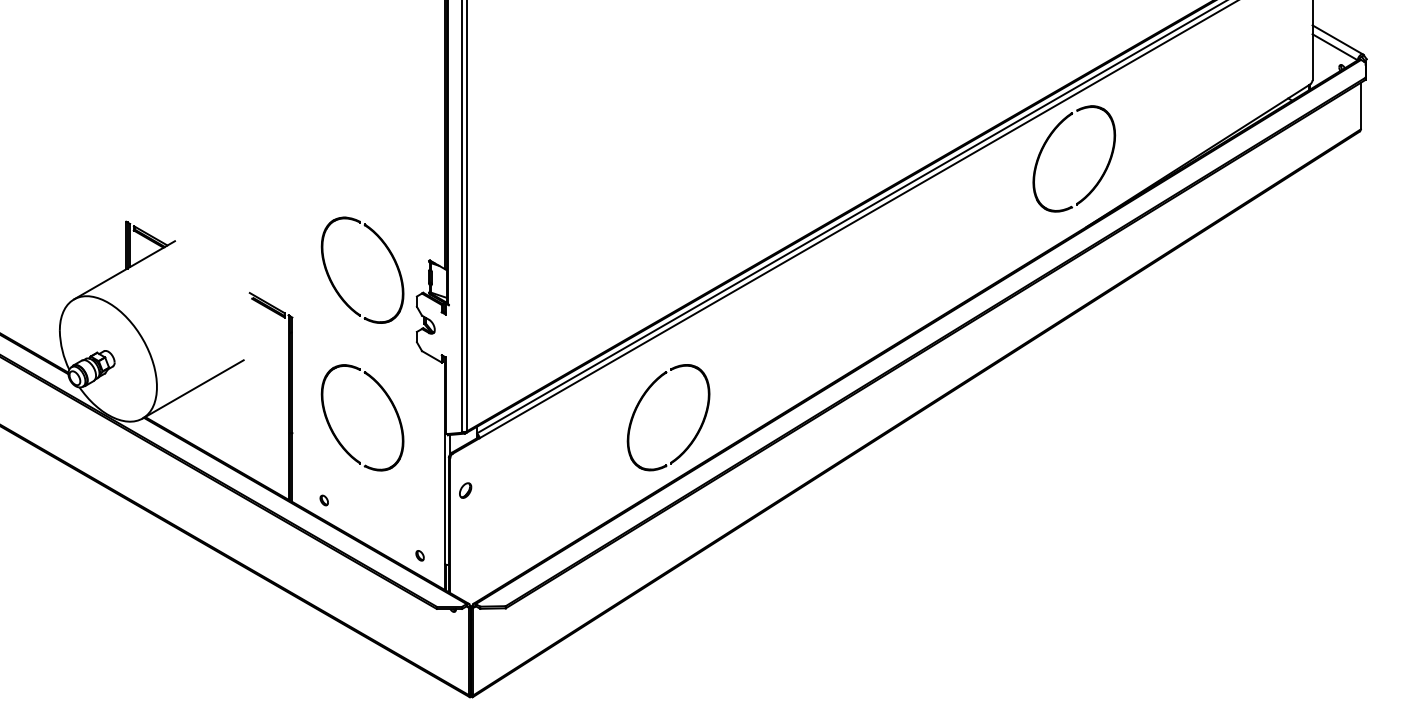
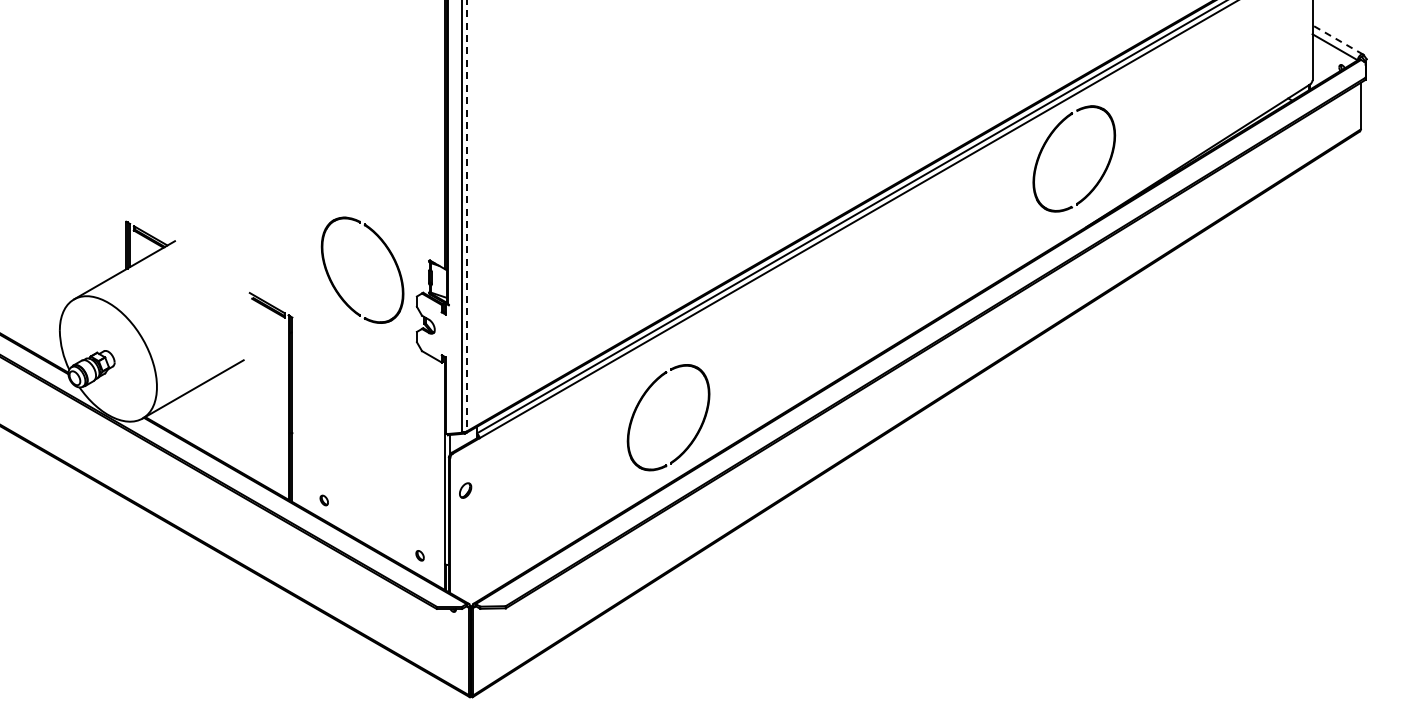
line at (1337, 39): solid -> dashed
line at (467, 216): solid -> dashed
part at (388, 399): present -> none
